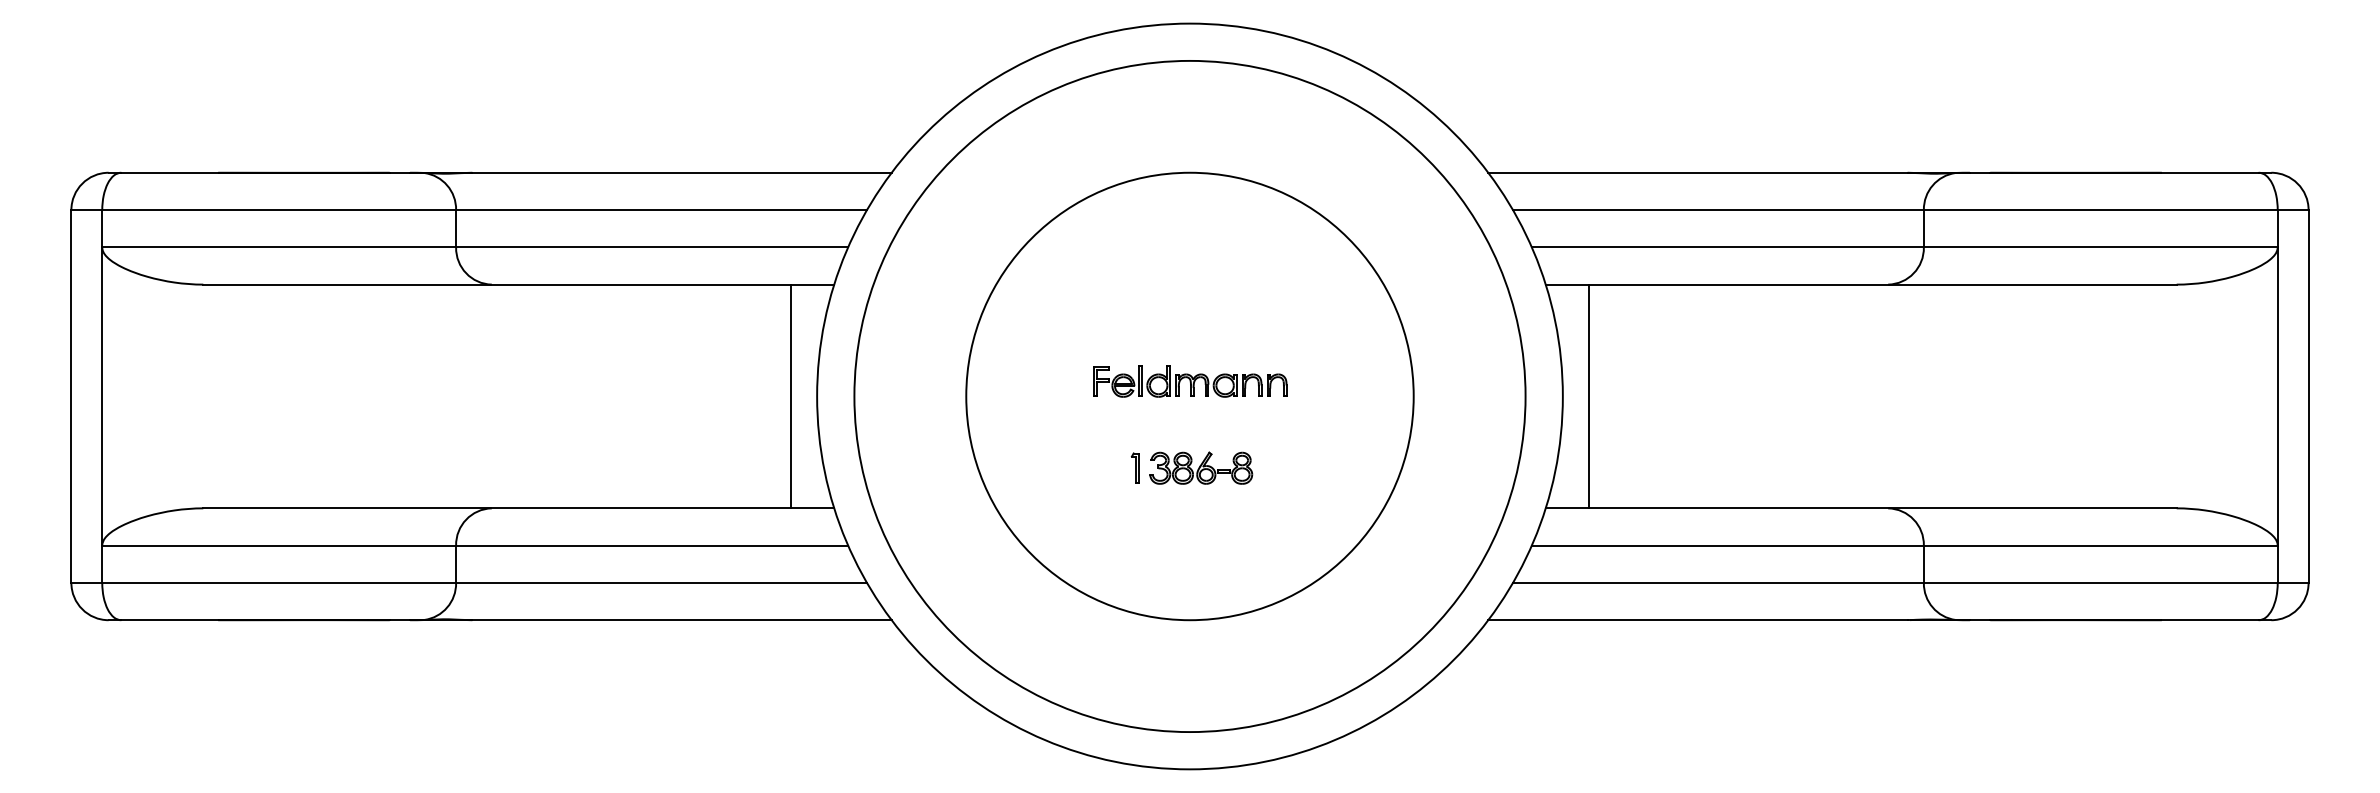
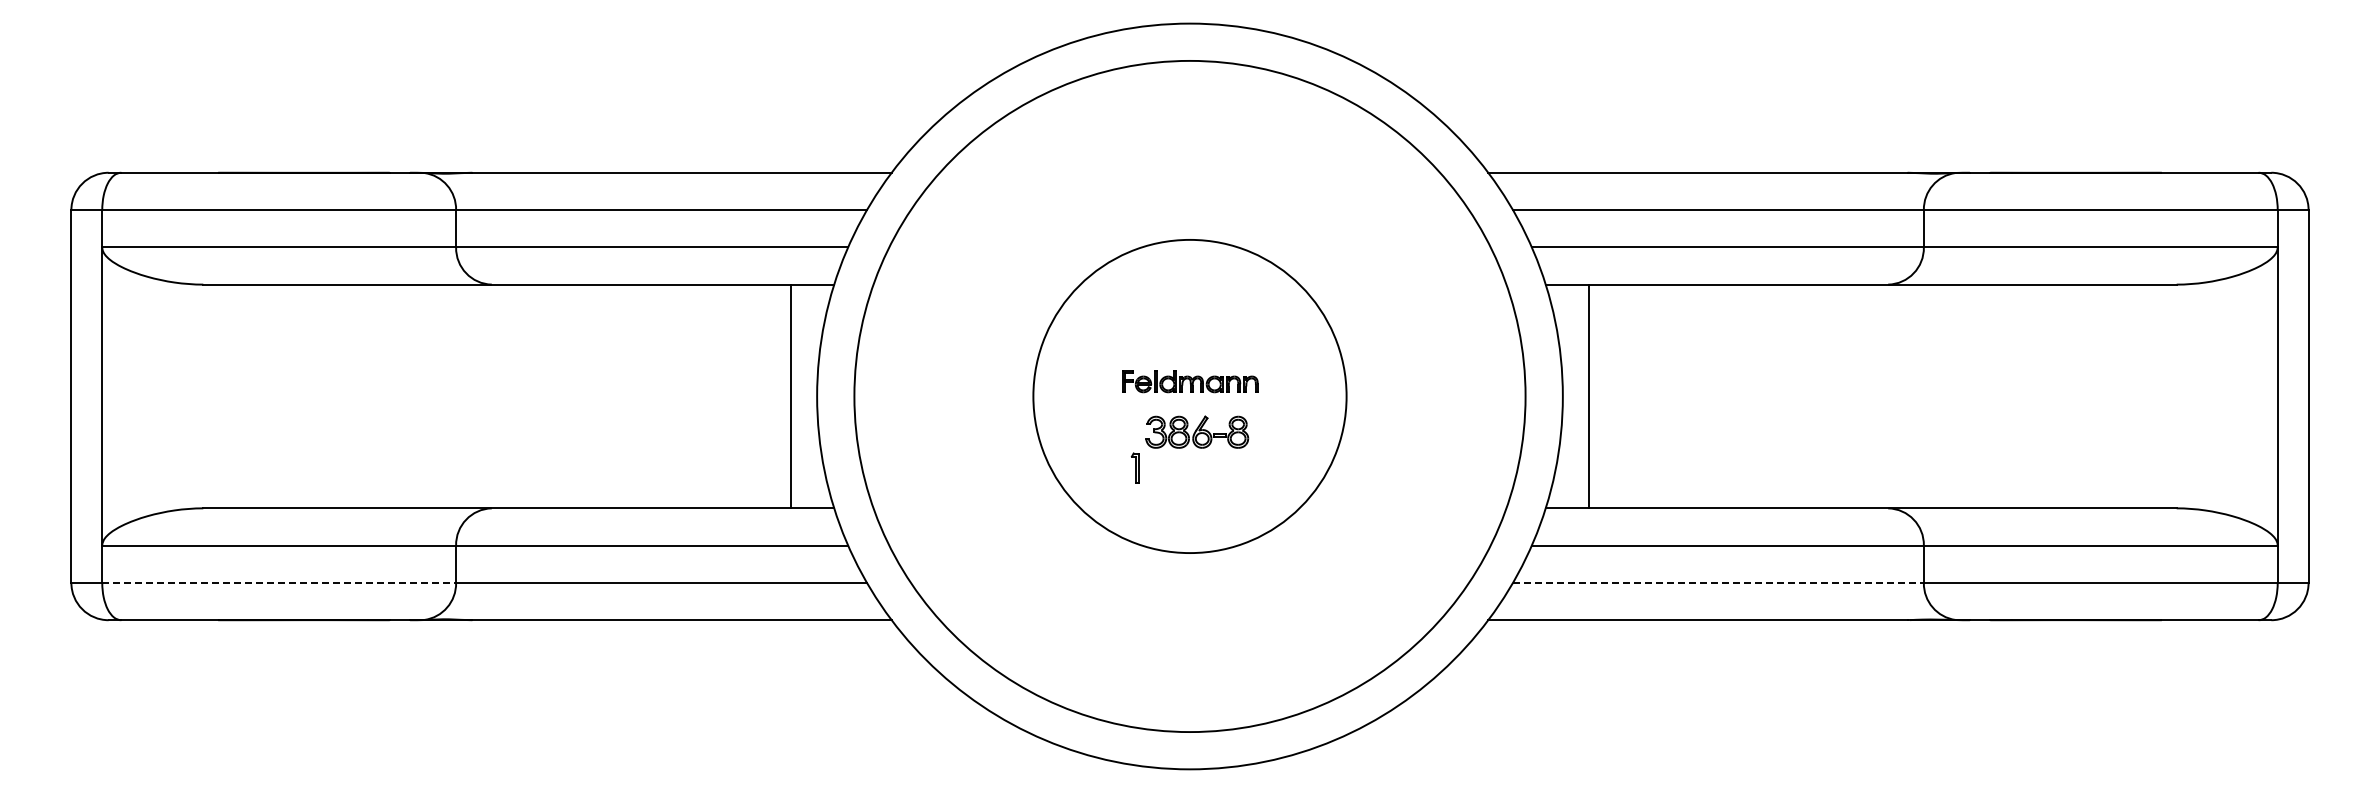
part at (1190, 381) size: 195x33 px -> 137x24 px
circle at (1189, 396) diameter: 447 px -> 313 px
part at (1201, 467) position: (1201, 467) -> (1197, 431)
line at (279, 582): solid -> dashed
line at (1718, 582): solid -> dashed
